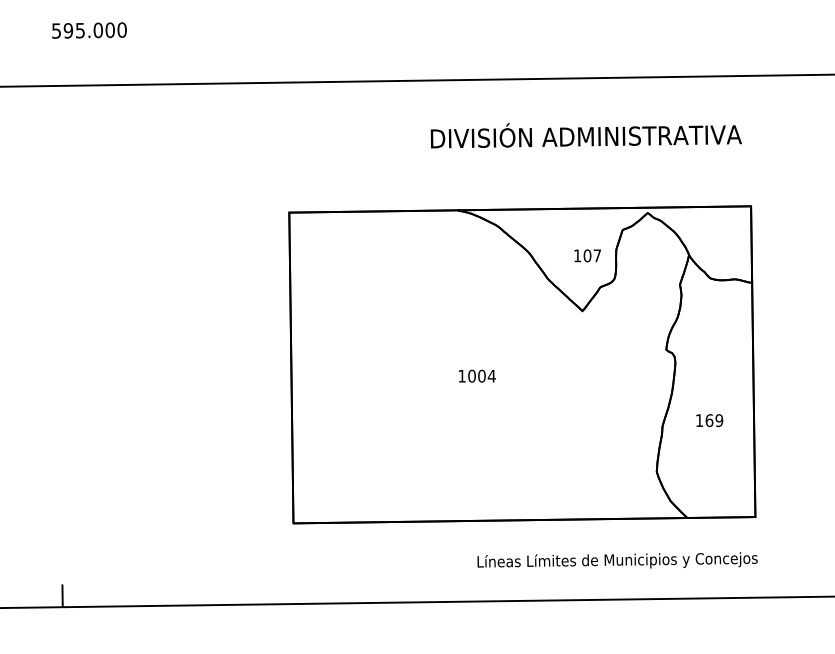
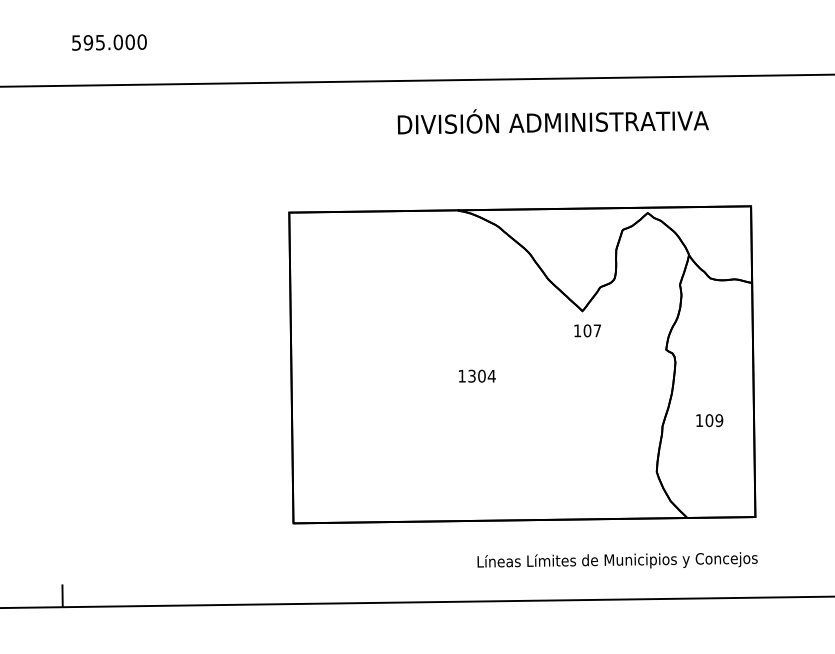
text at (89, 30) position: (89, 30) -> (109, 42)
text at (585, 135) position: (585, 135) -> (552, 121)
text at (587, 255) position: (587, 255) -> (587, 330)
text at (471, 375): 1004 -> 1304
text at (709, 420): 169 -> 109
